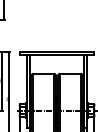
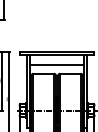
line at (57, 65): none -> present
